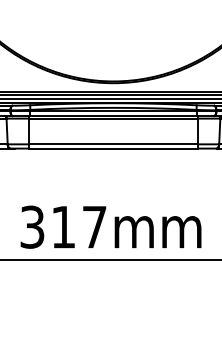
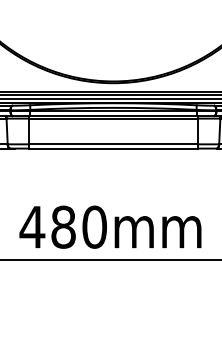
text at (62, 226): 317mm -> 480mm
